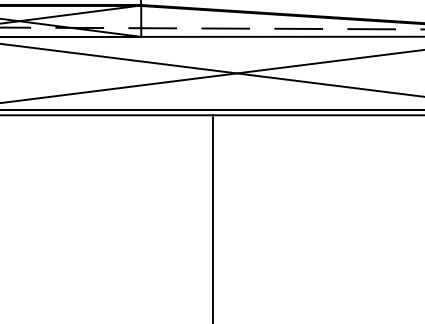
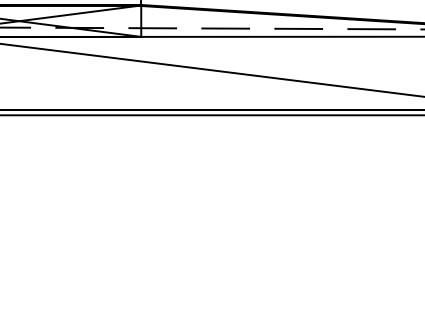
line at (211, 76): present -> none
line at (213, 217): present -> none
